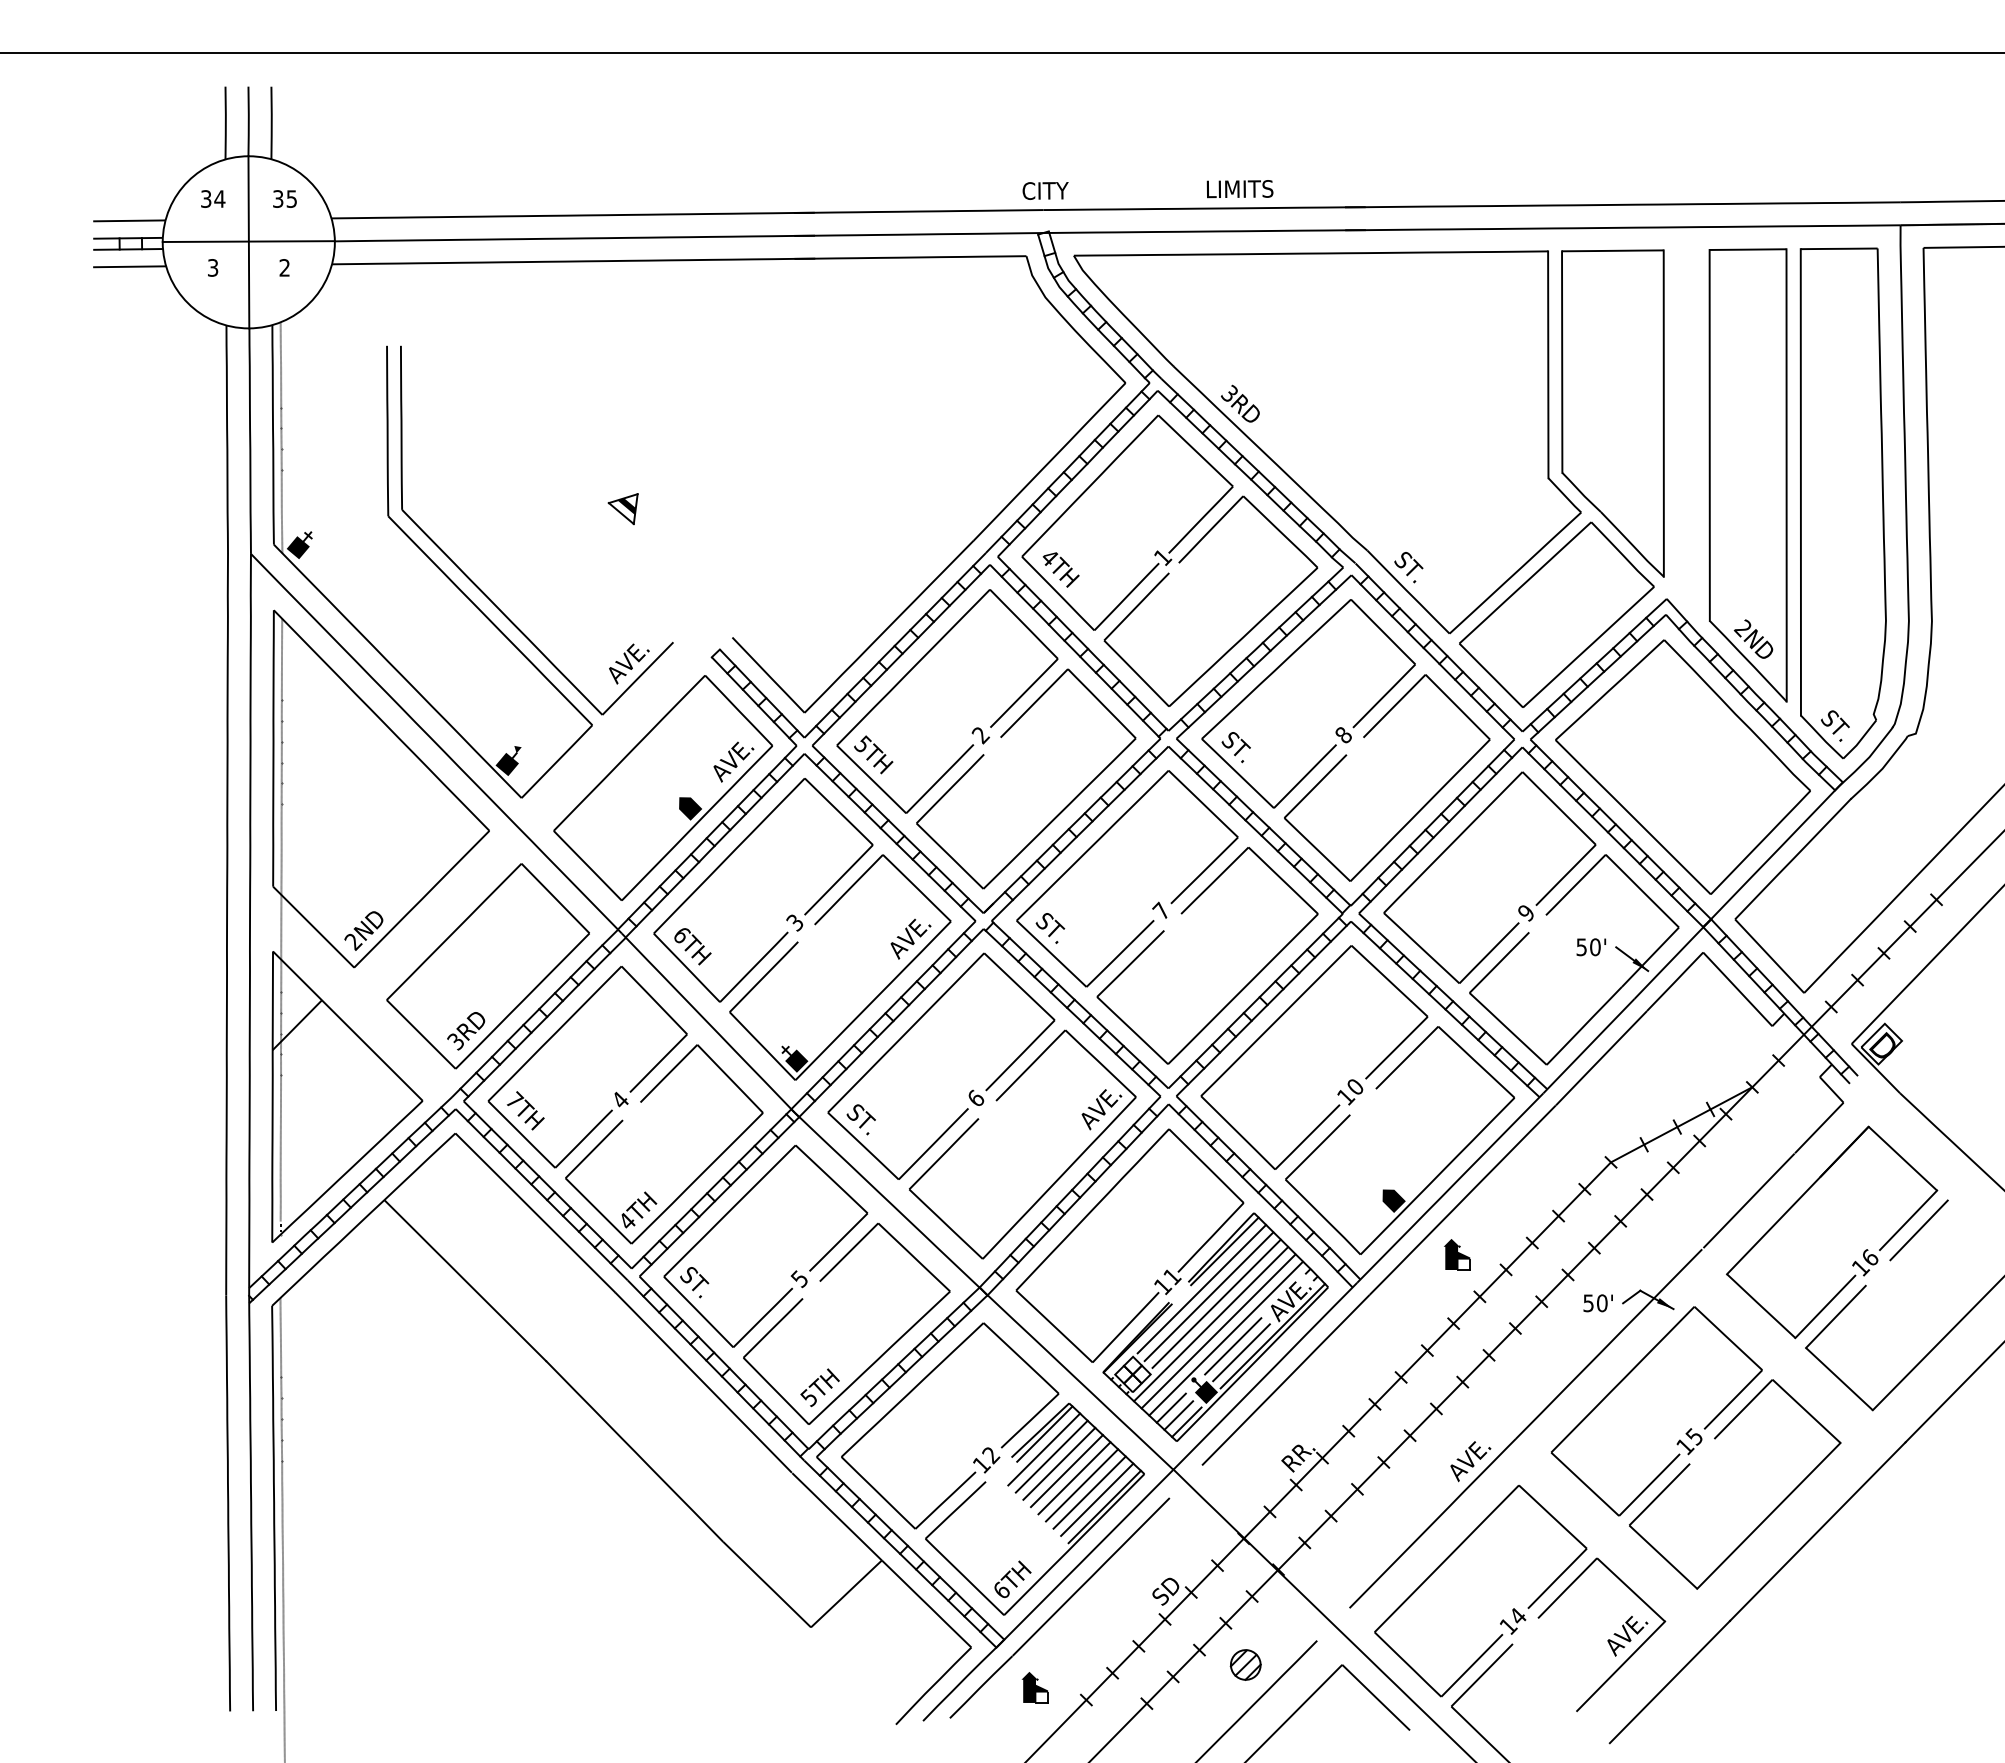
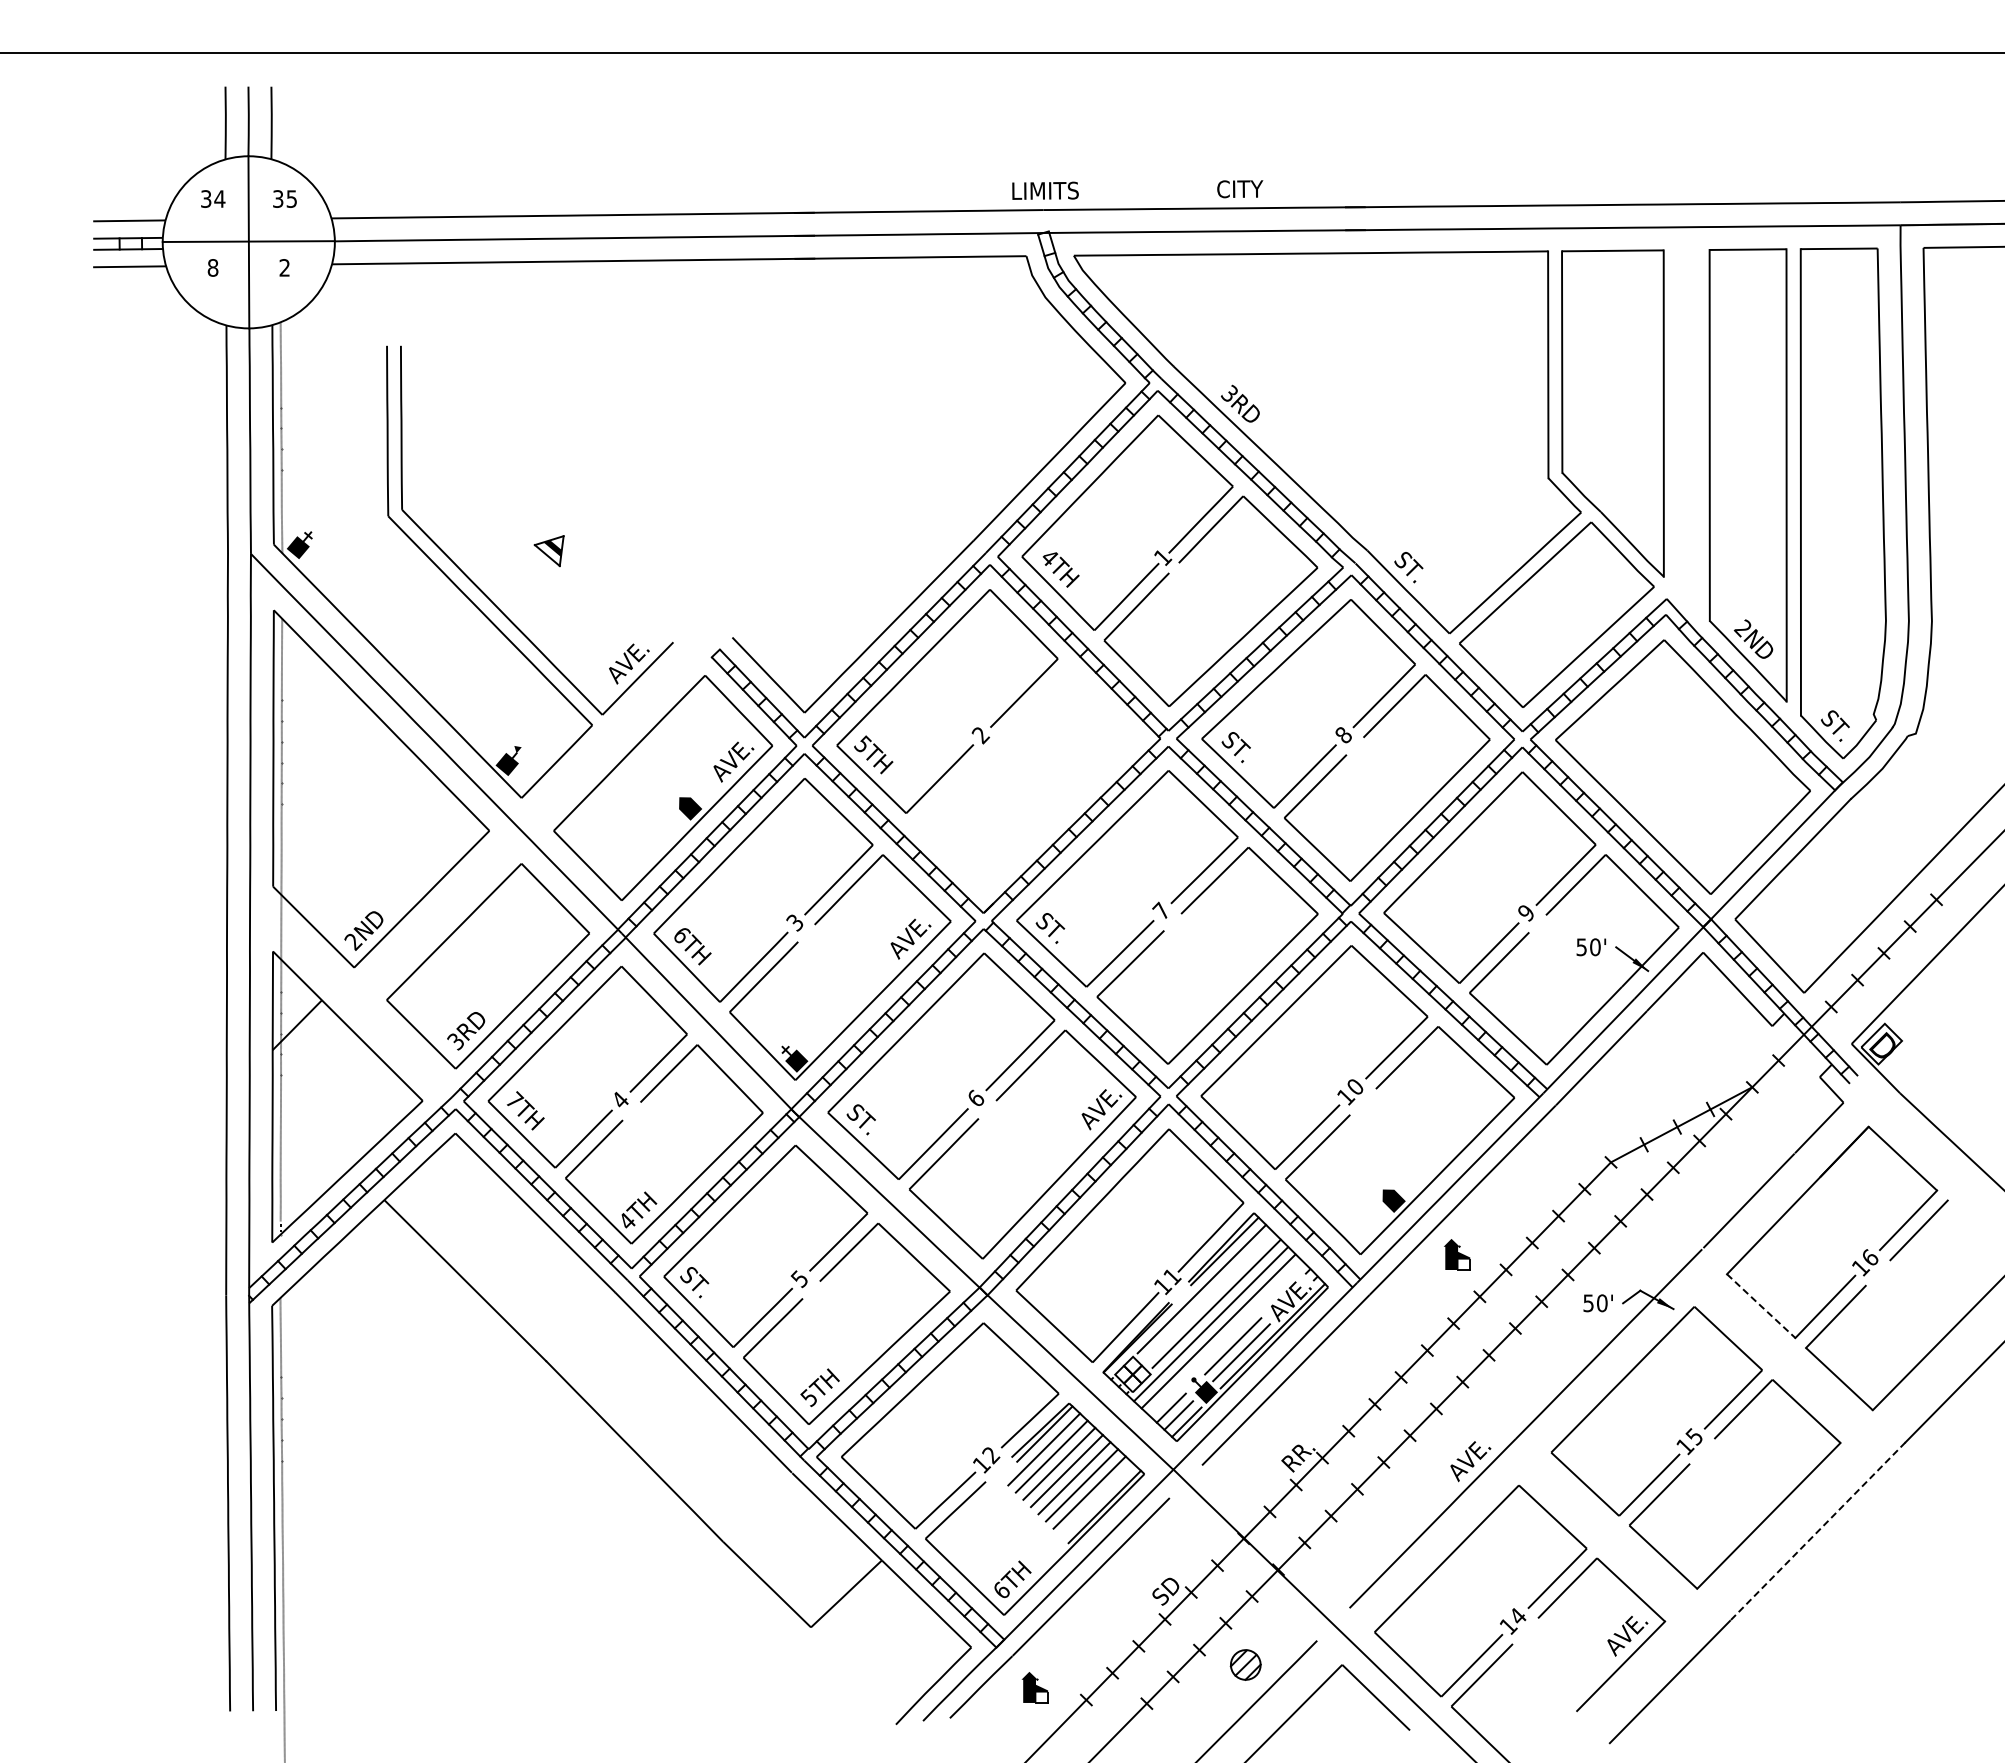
text at (1239, 189): LIMITS -> CITY
text at (1045, 190): CITY -> LIMITS
text at (212, 267): 3 -> 8
part at (622, 509) position: (622, 509) -> (548, 551)
part at (1060, 811): present -> none
line at (1208, 1296): present -> none
line at (1761, 1306): solid -> dashed
line at (1225, 1338): present -> none
line at (1097, 1499): present -> none
line at (1817, 1532): solid -> dashed
